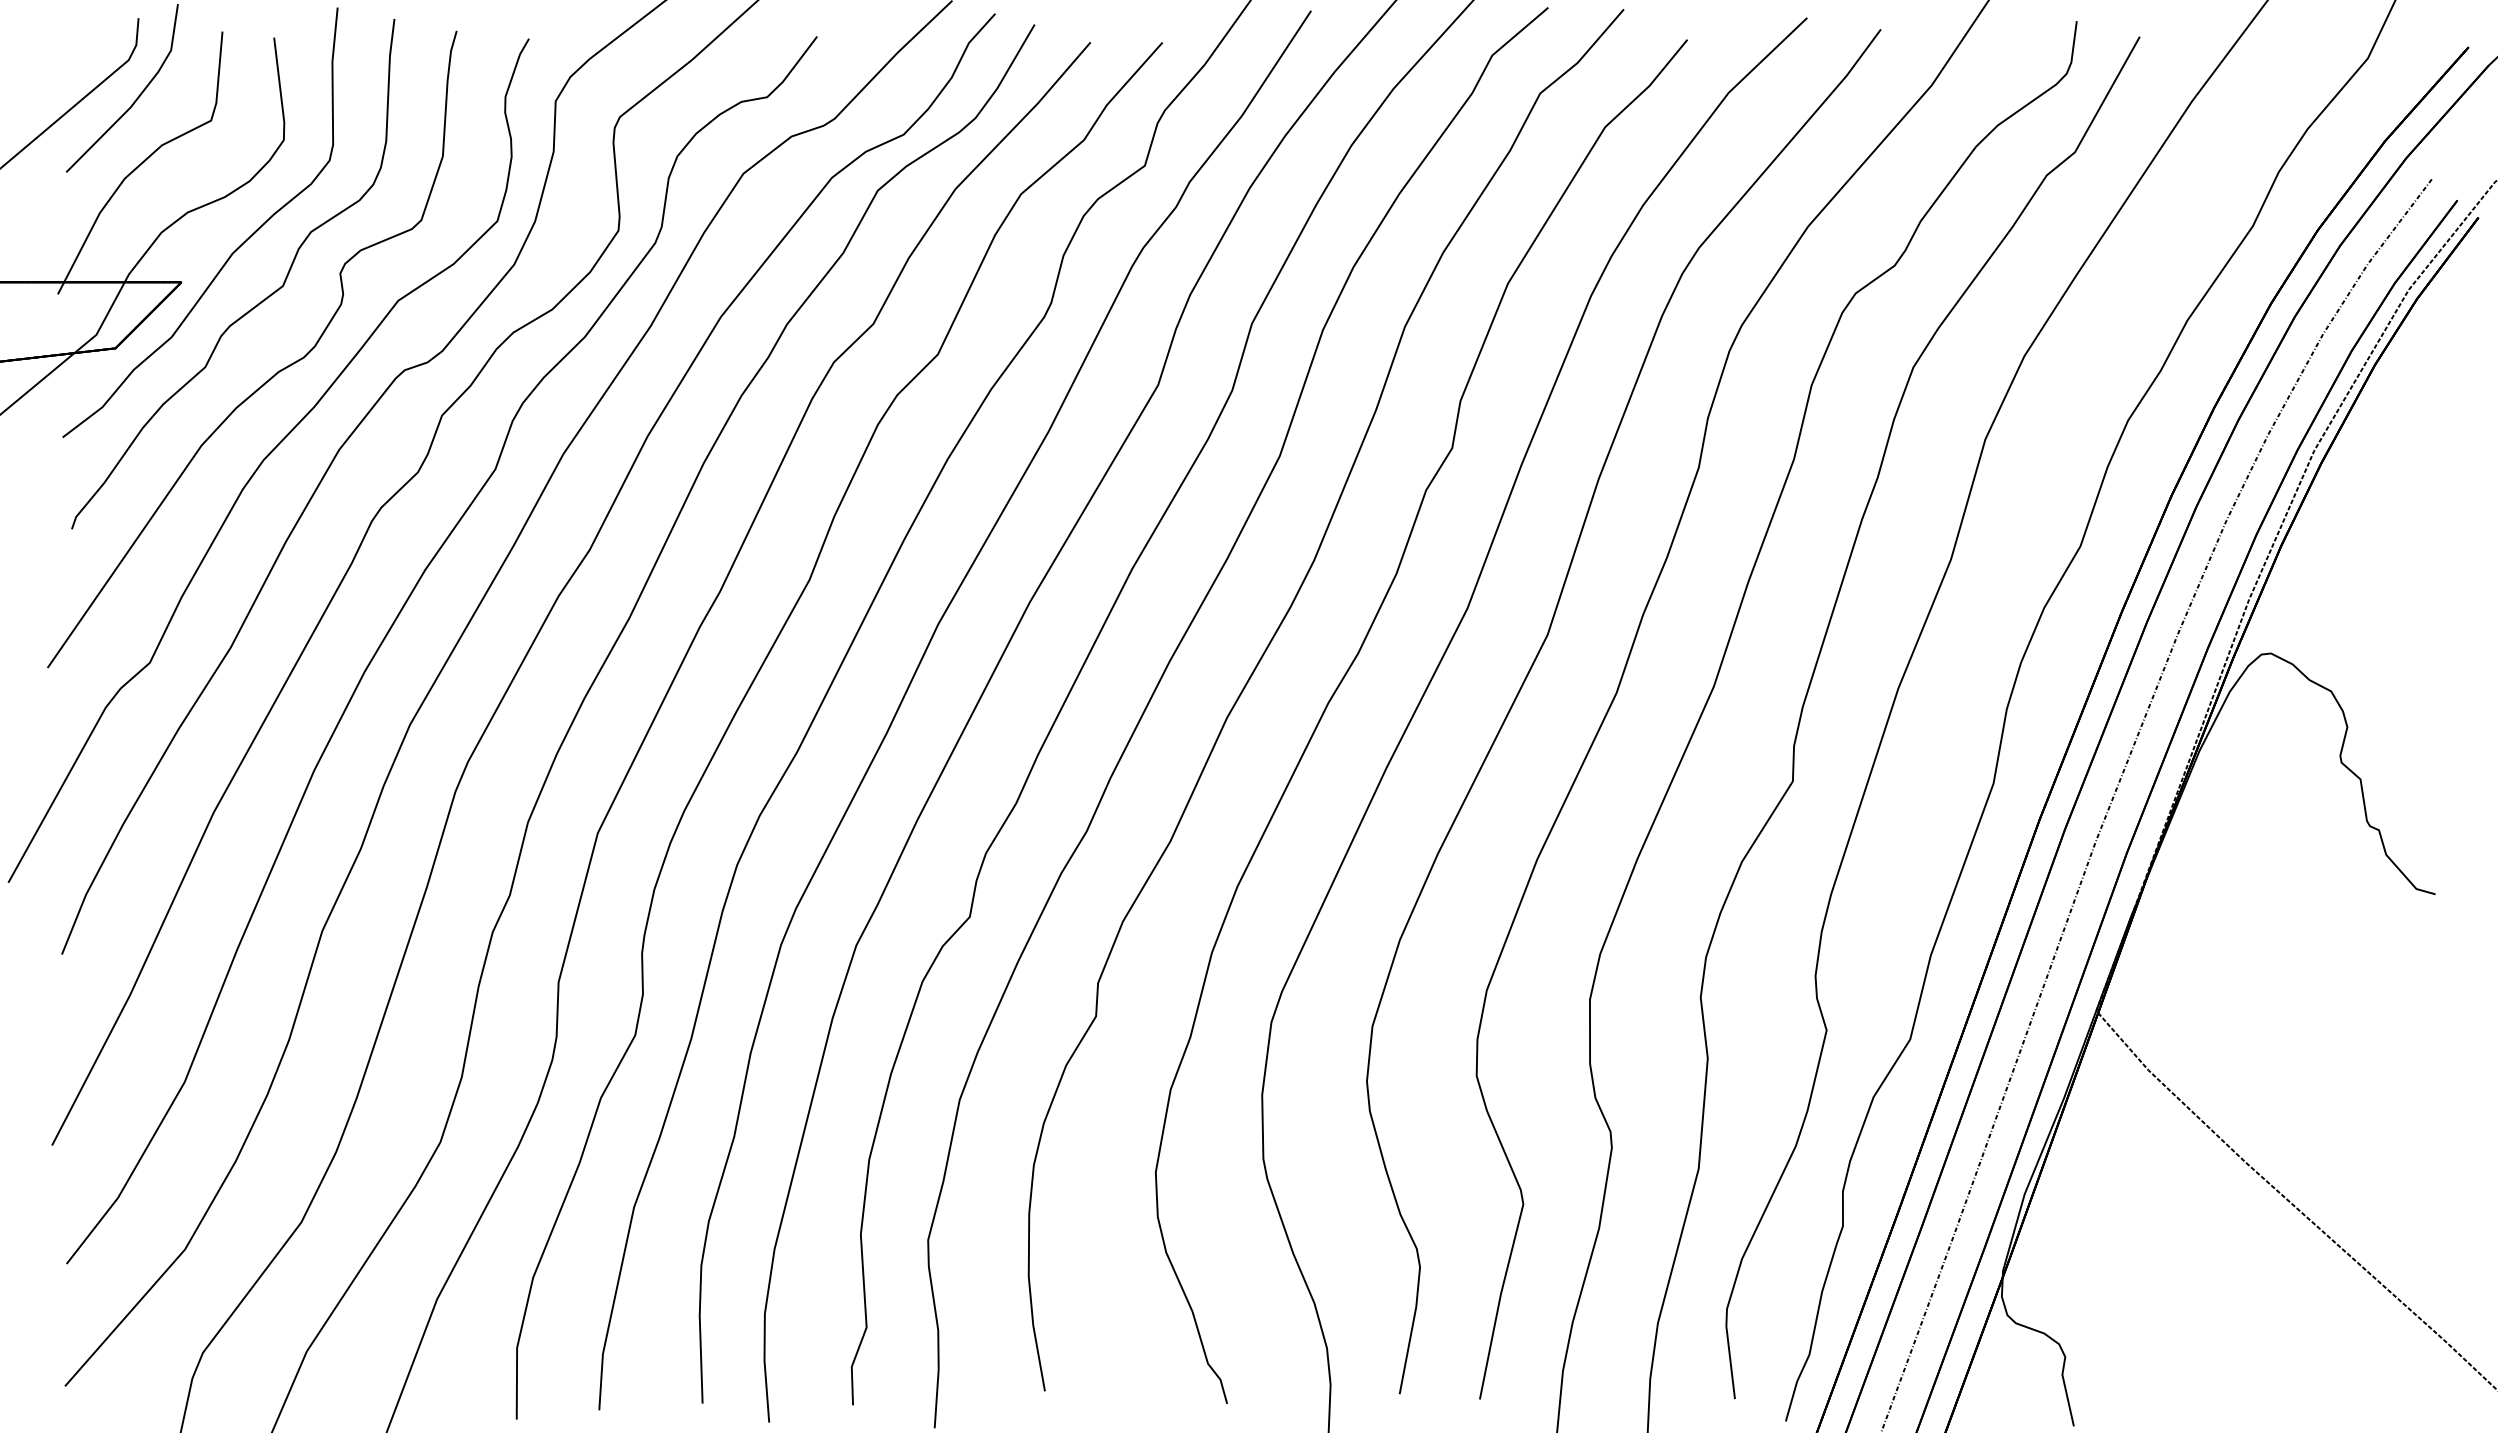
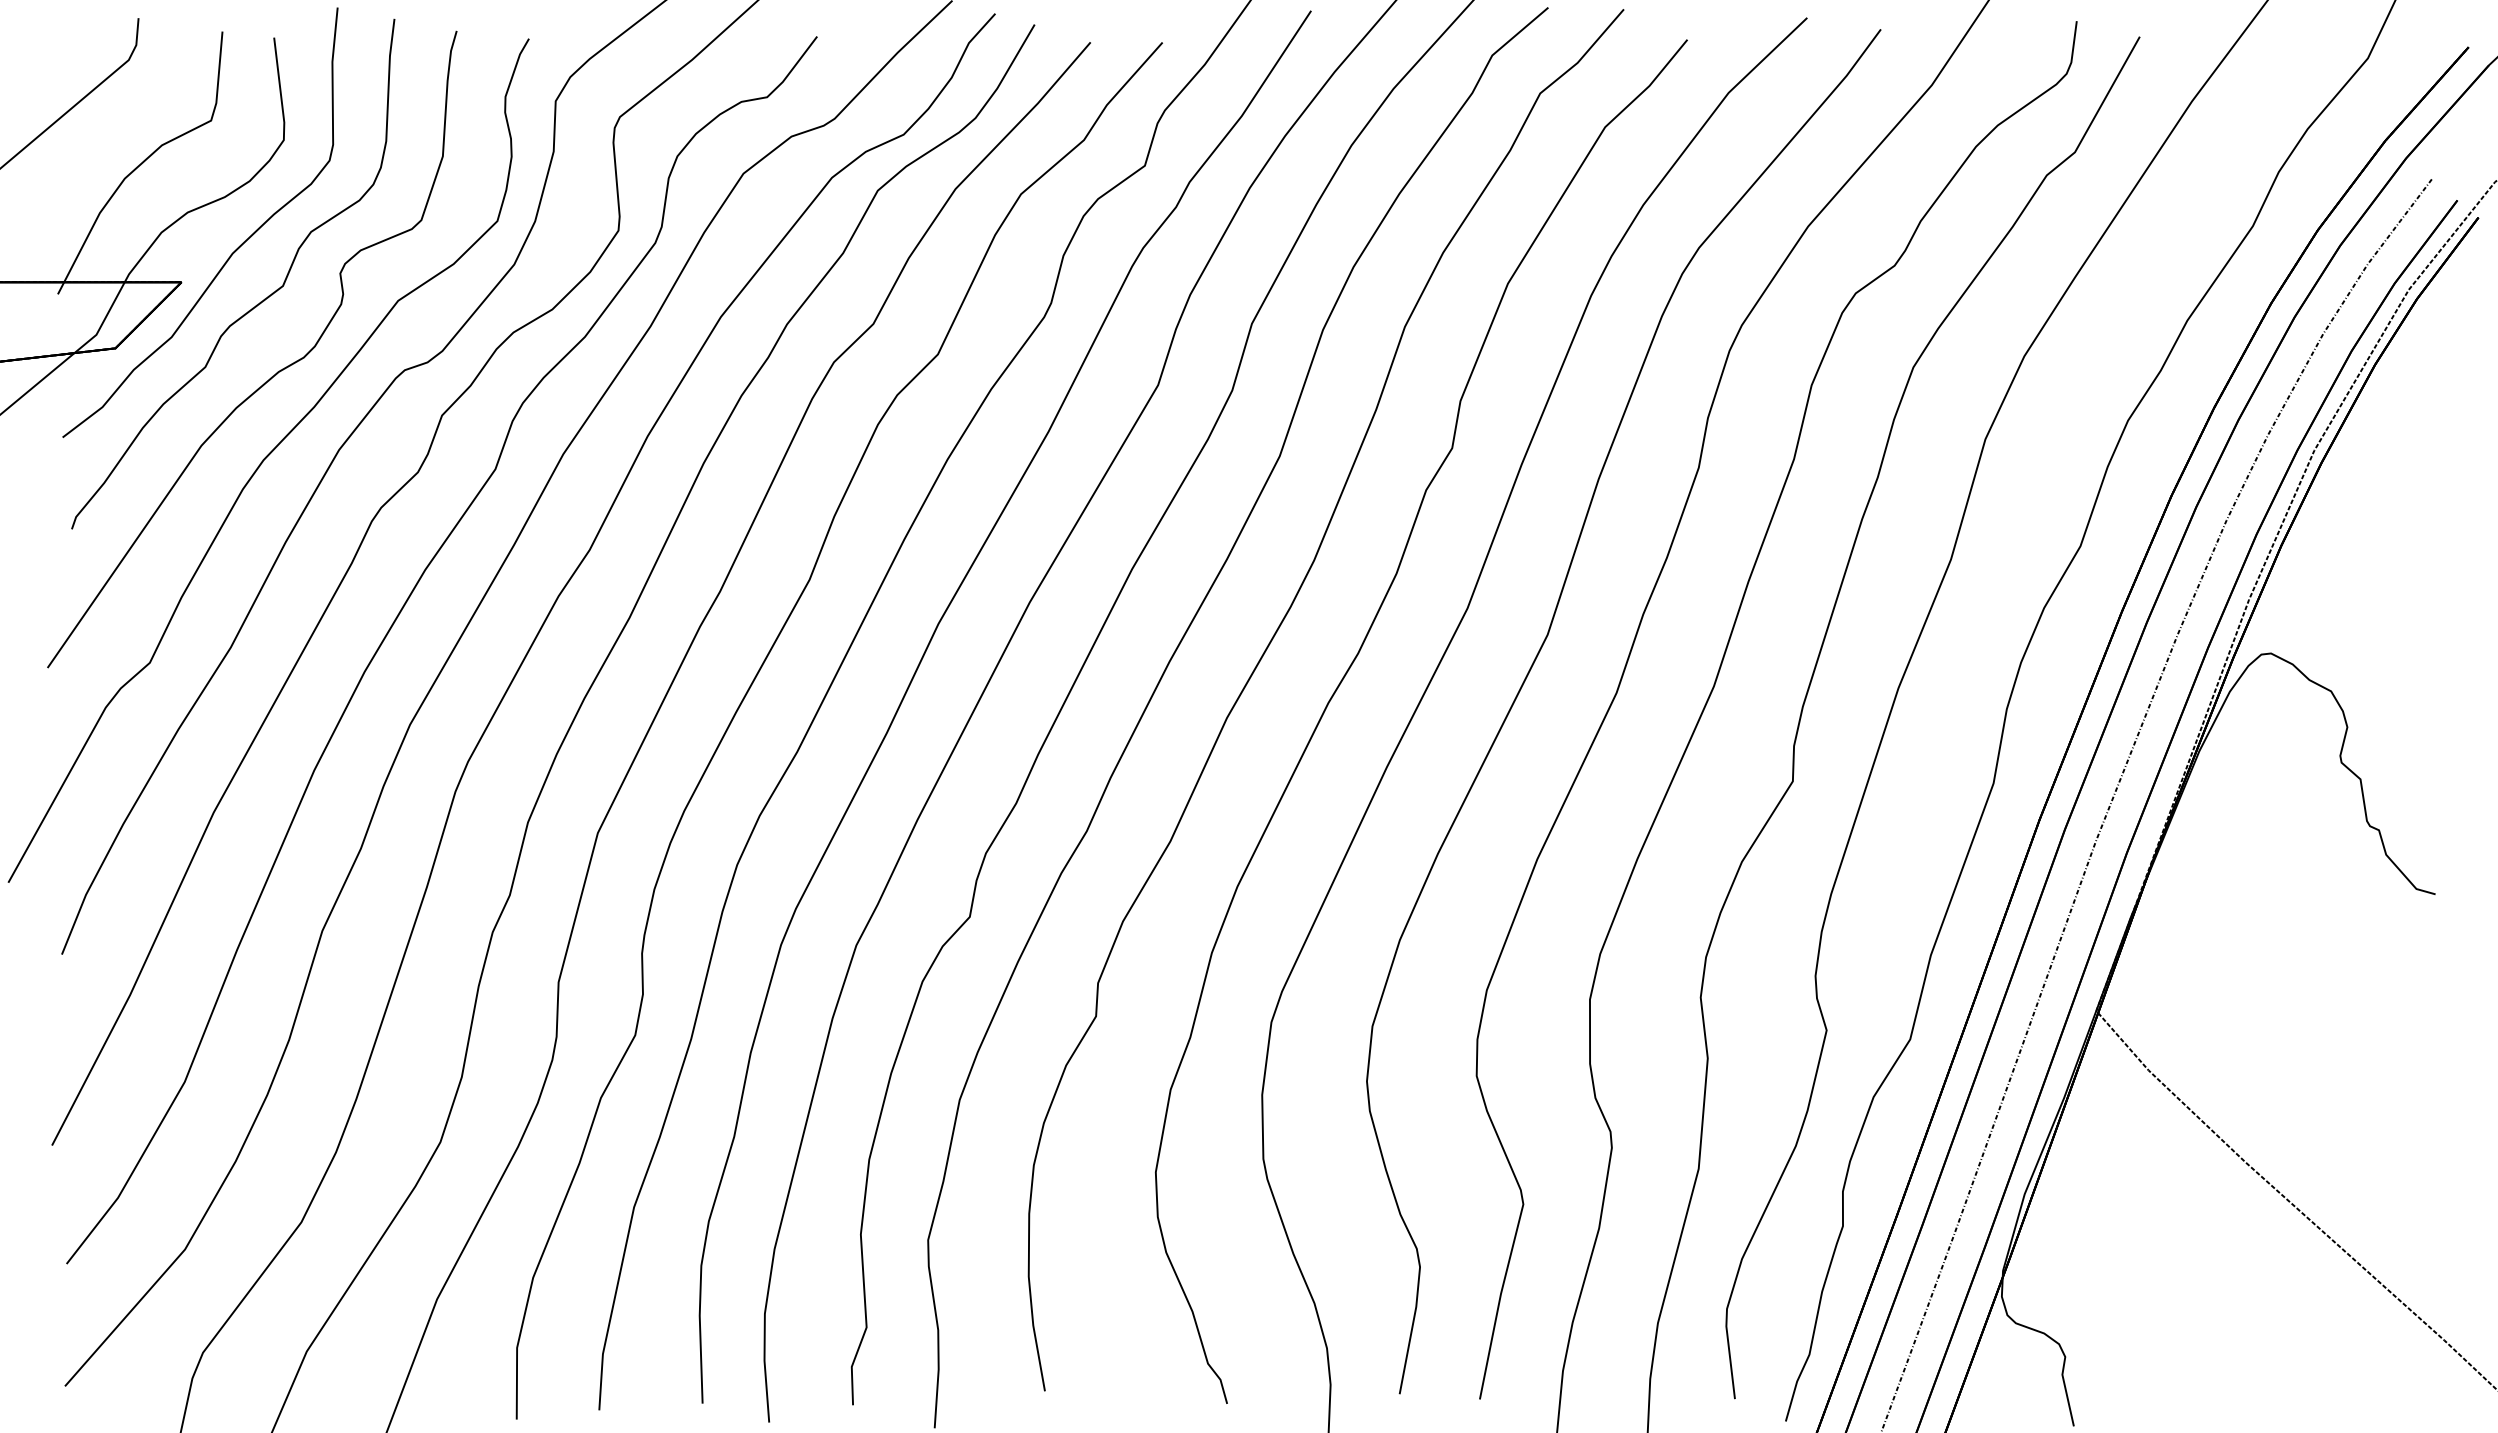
line at (134, 100): present -> none
